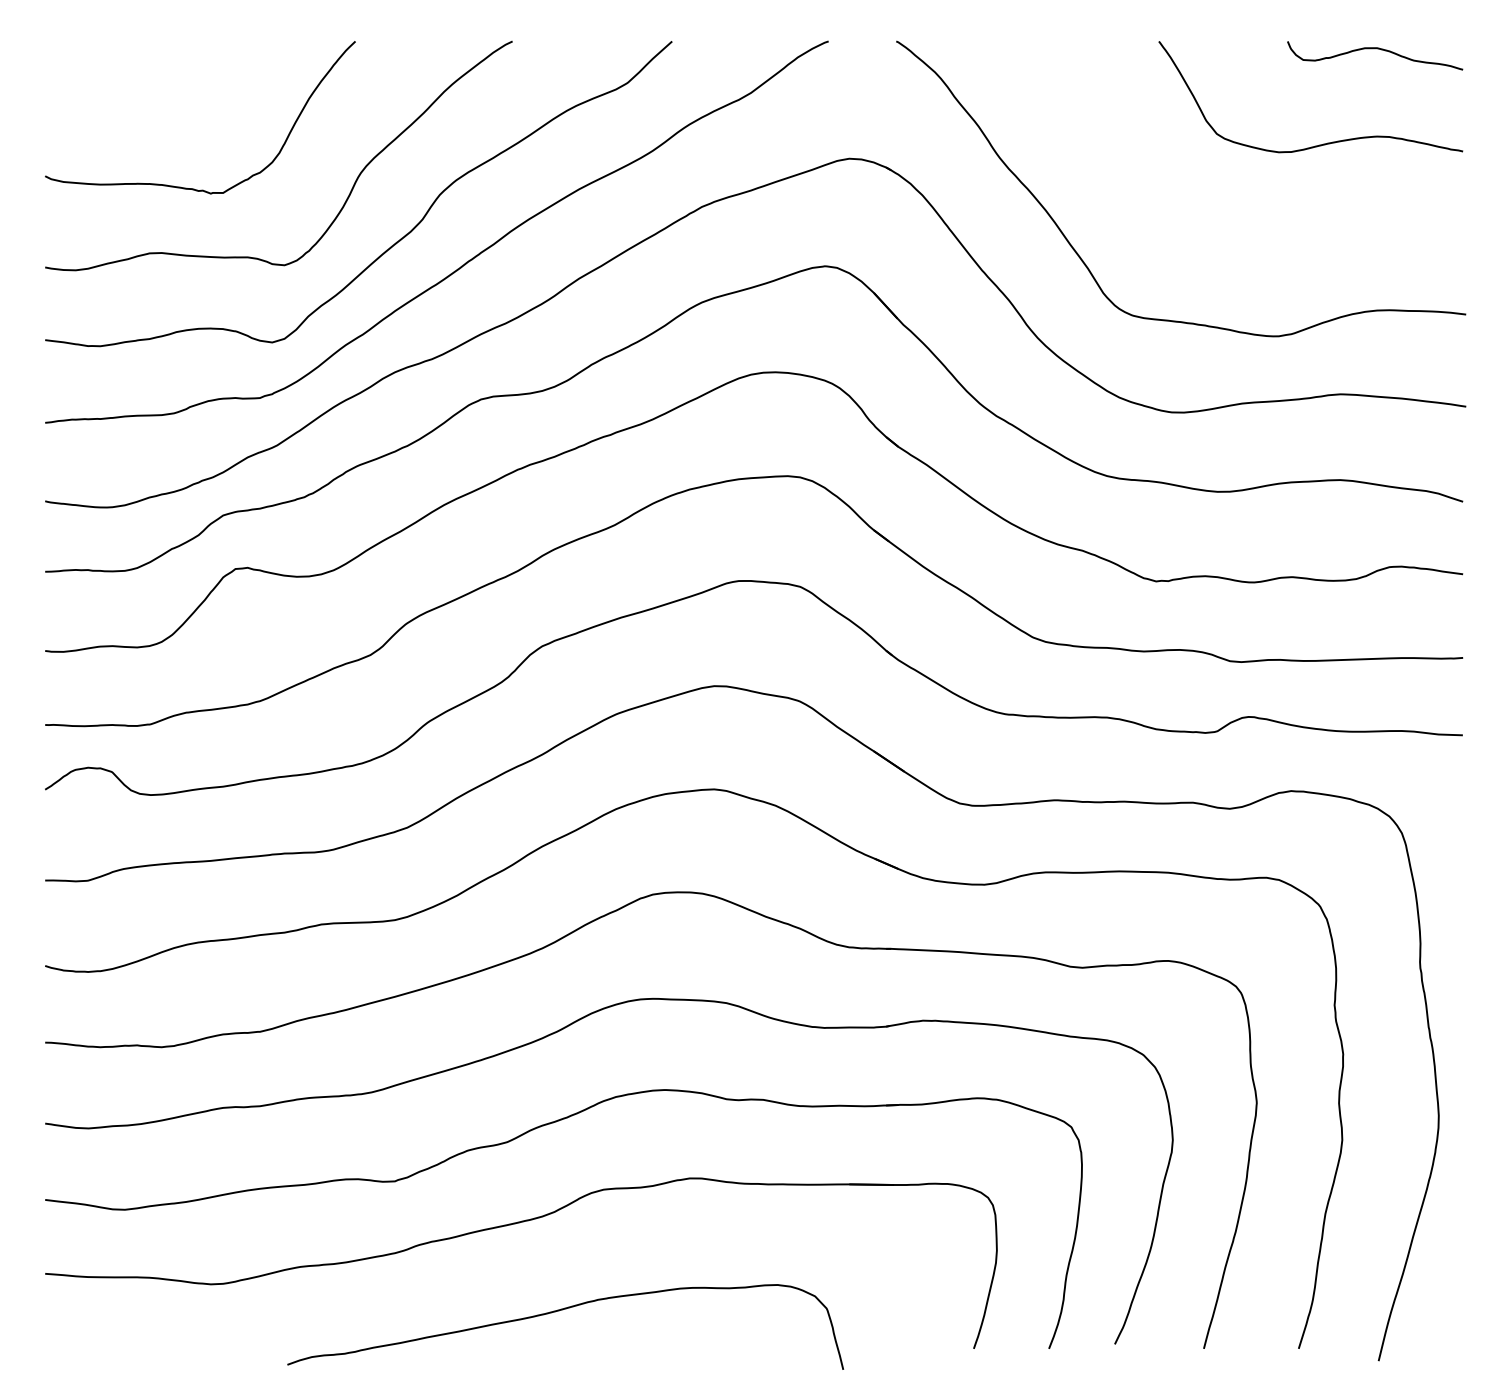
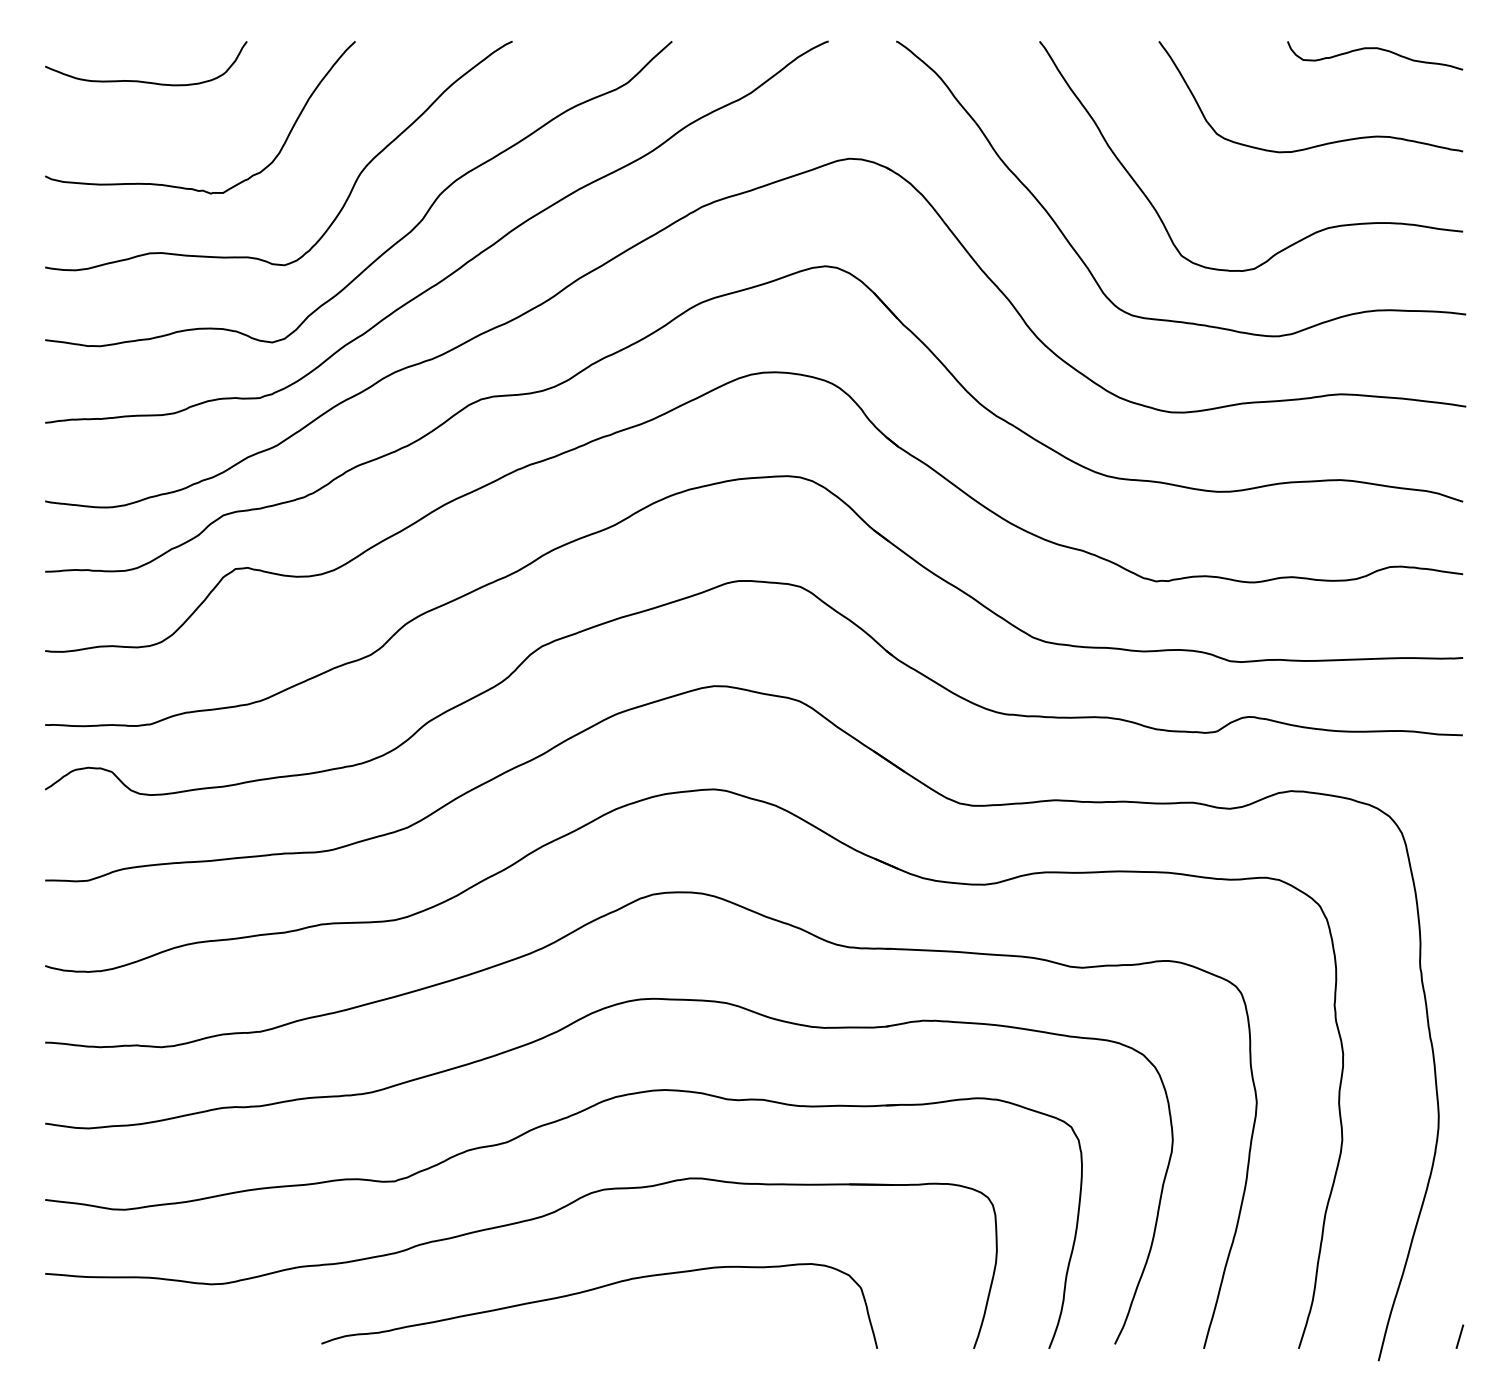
curve at (146, 81): none -> present
curve at (1294, 242): none -> present
curve at (559, 1311) position: (559, 1311) -> (593, 1290)
line at (1459, 1336): none -> present
